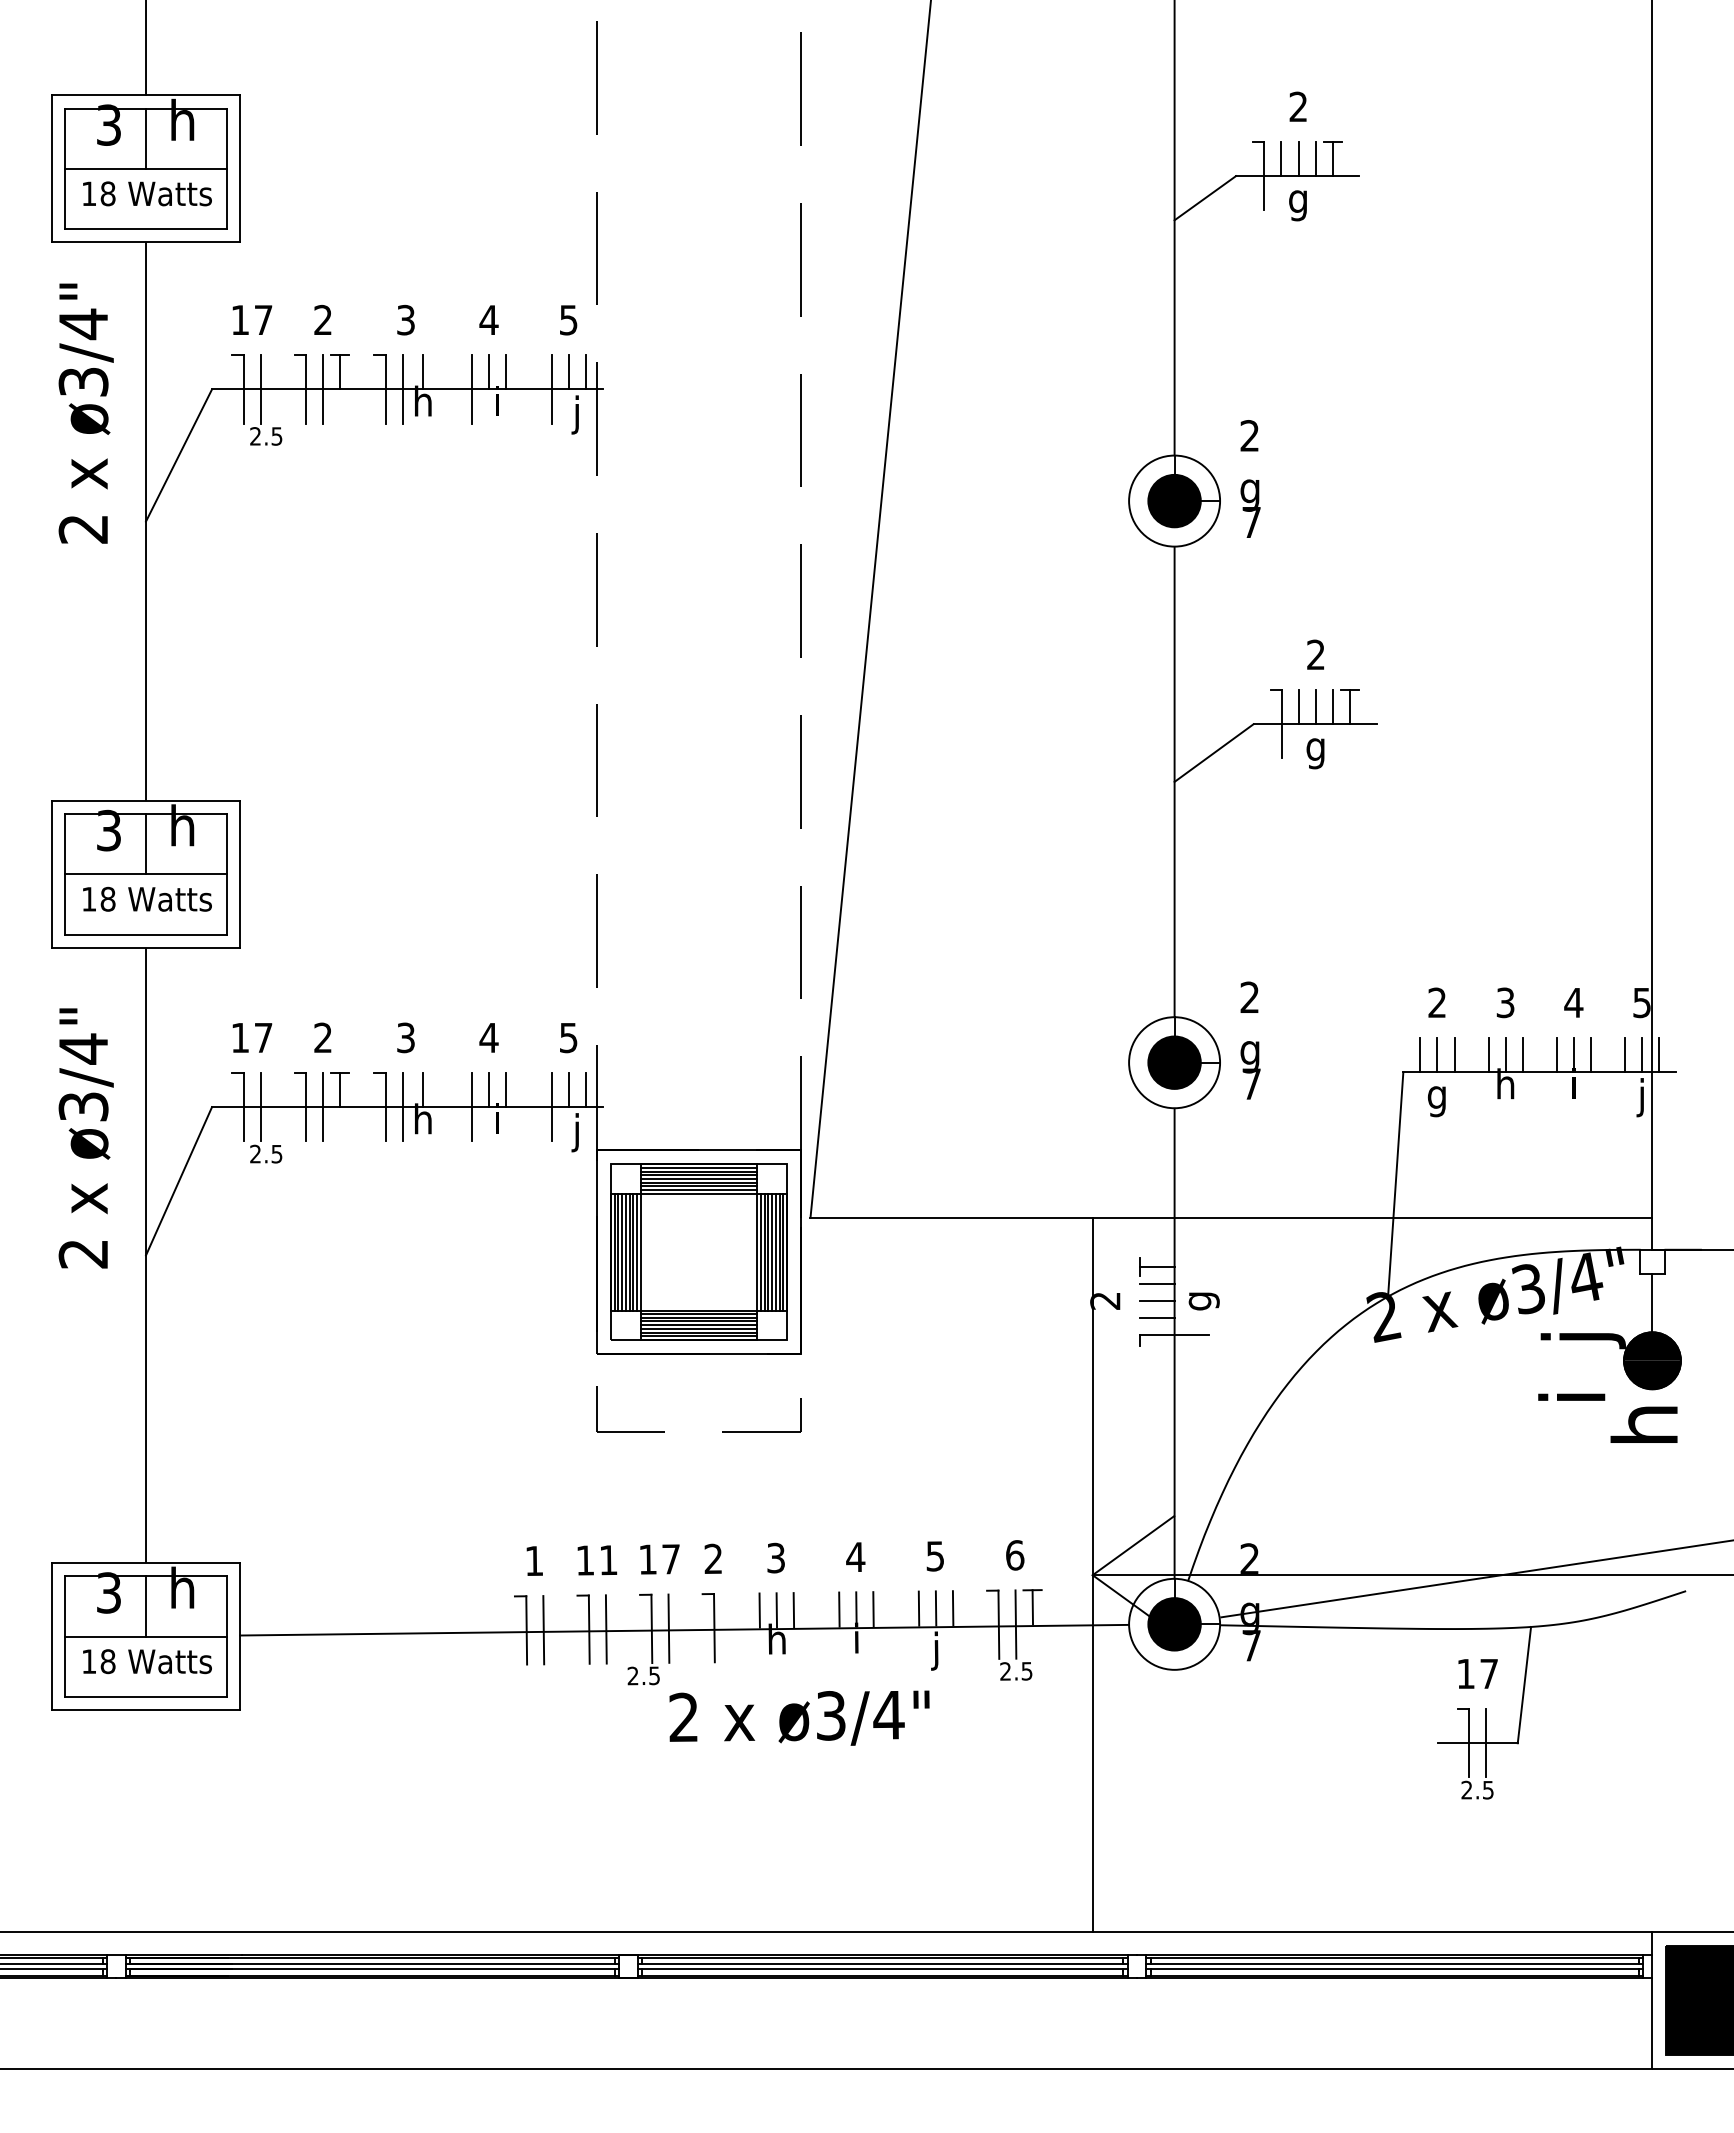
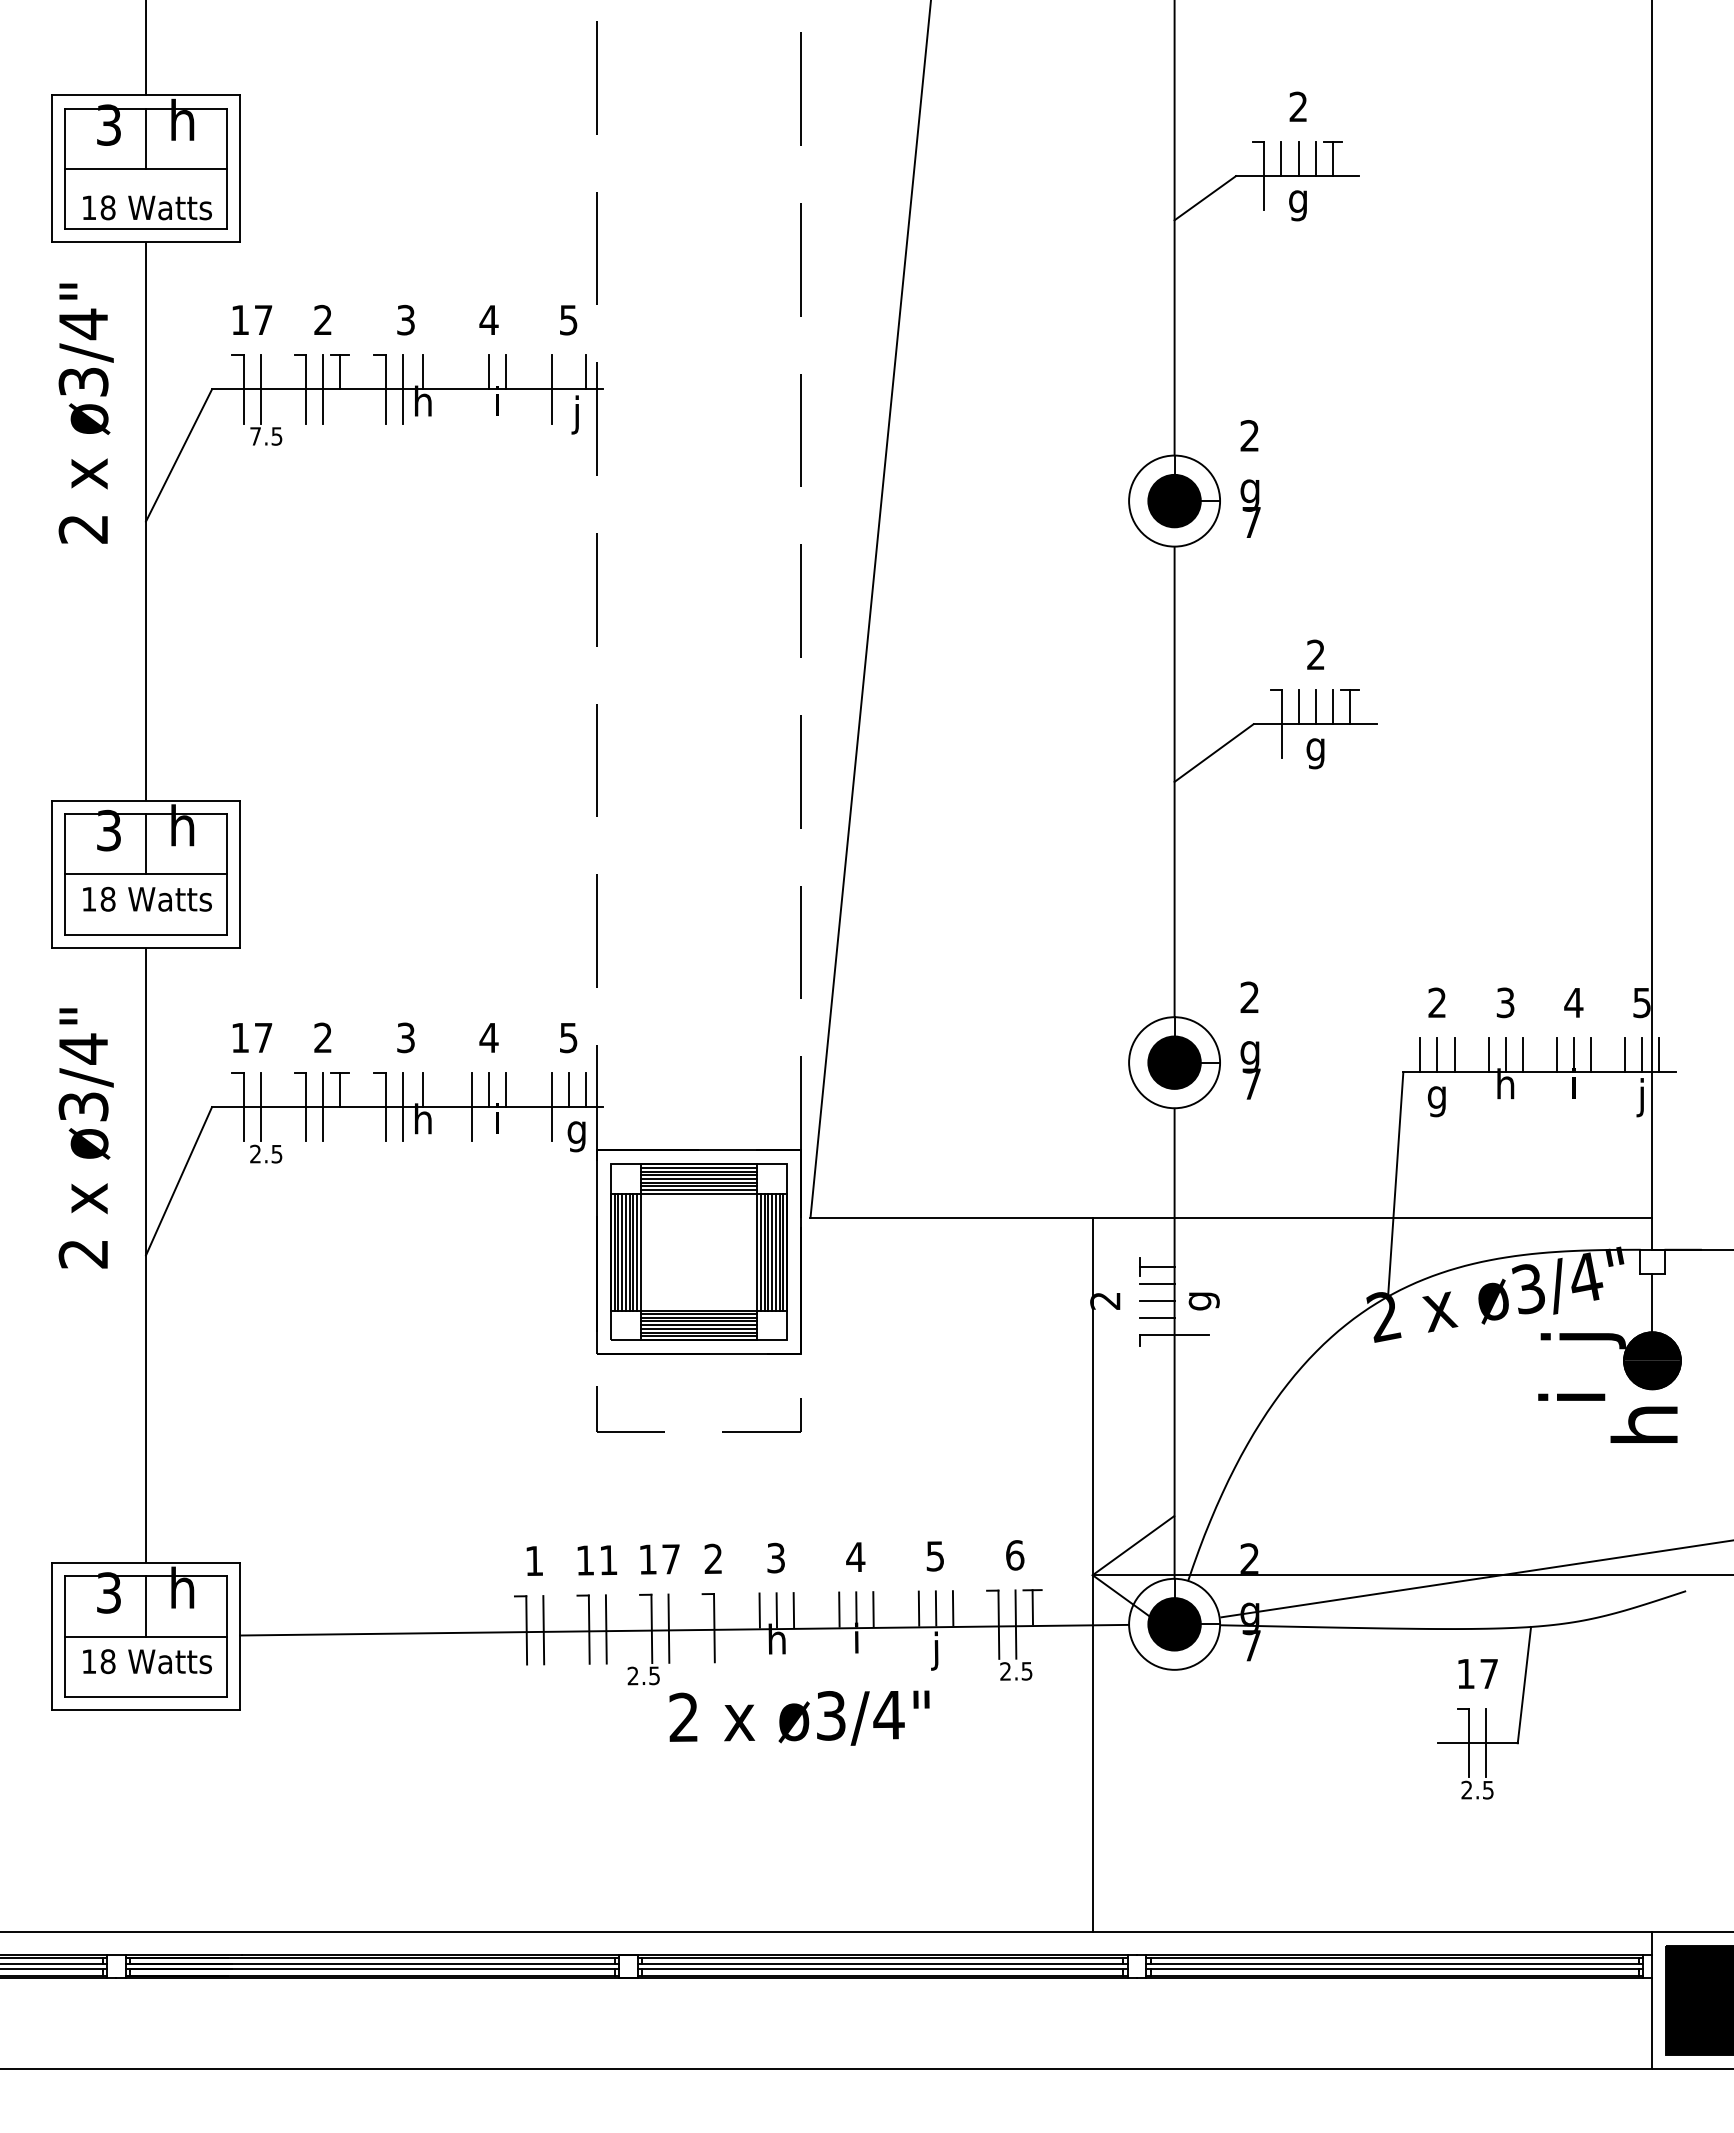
text at (147, 193) position: (147, 193) -> (147, 207)
line at (568, 372): present -> none
line at (472, 389): present -> none
text at (255, 436): 2.5 -> 7.5
text at (576, 1132): j -> g
